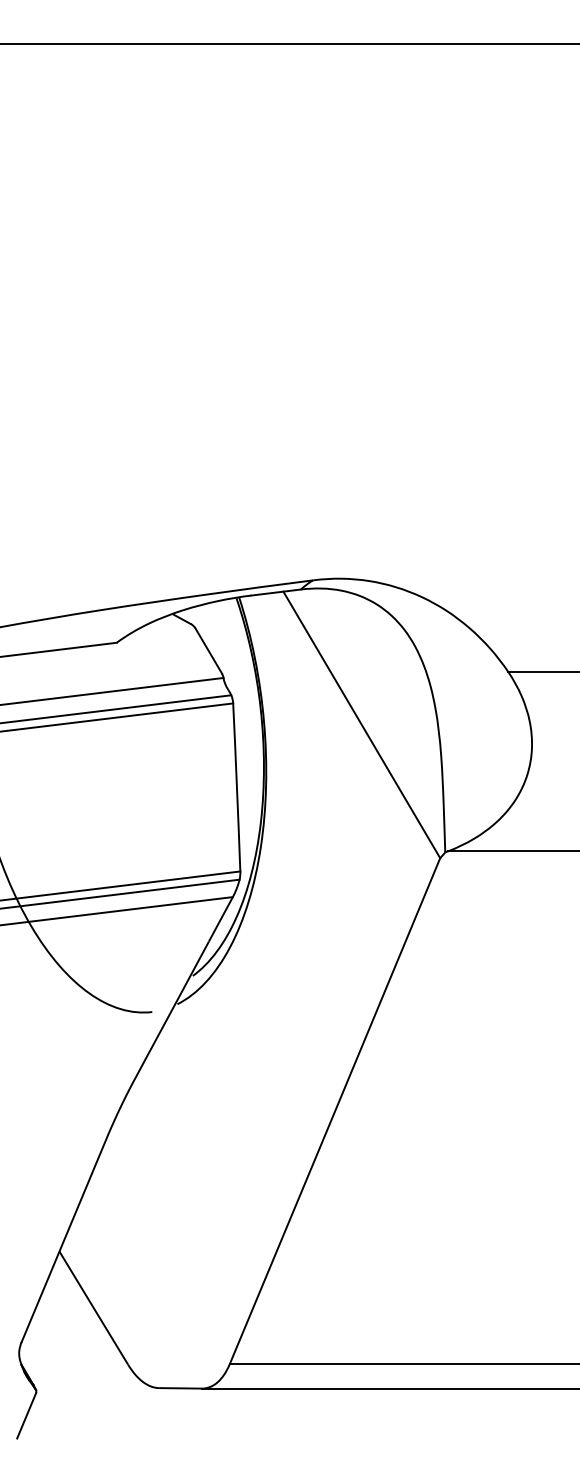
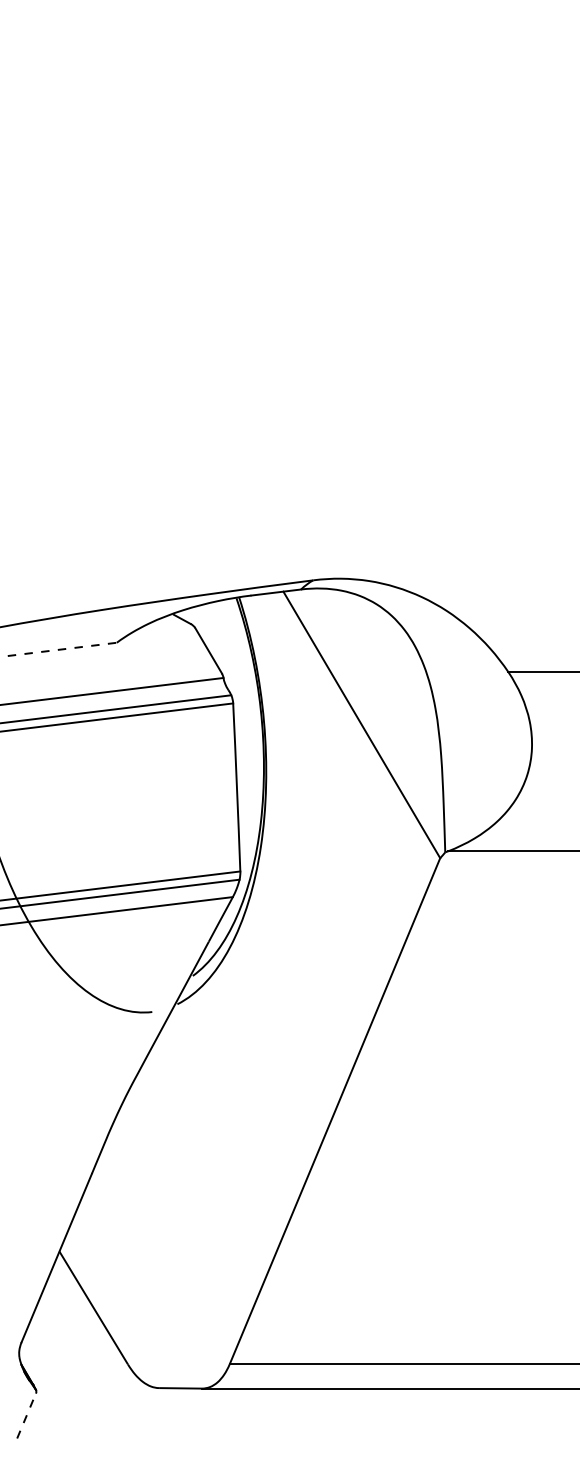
line at (289, 44): present -> none
line at (58, 649): solid -> dashed
line at (26, 1415): solid -> dashed
